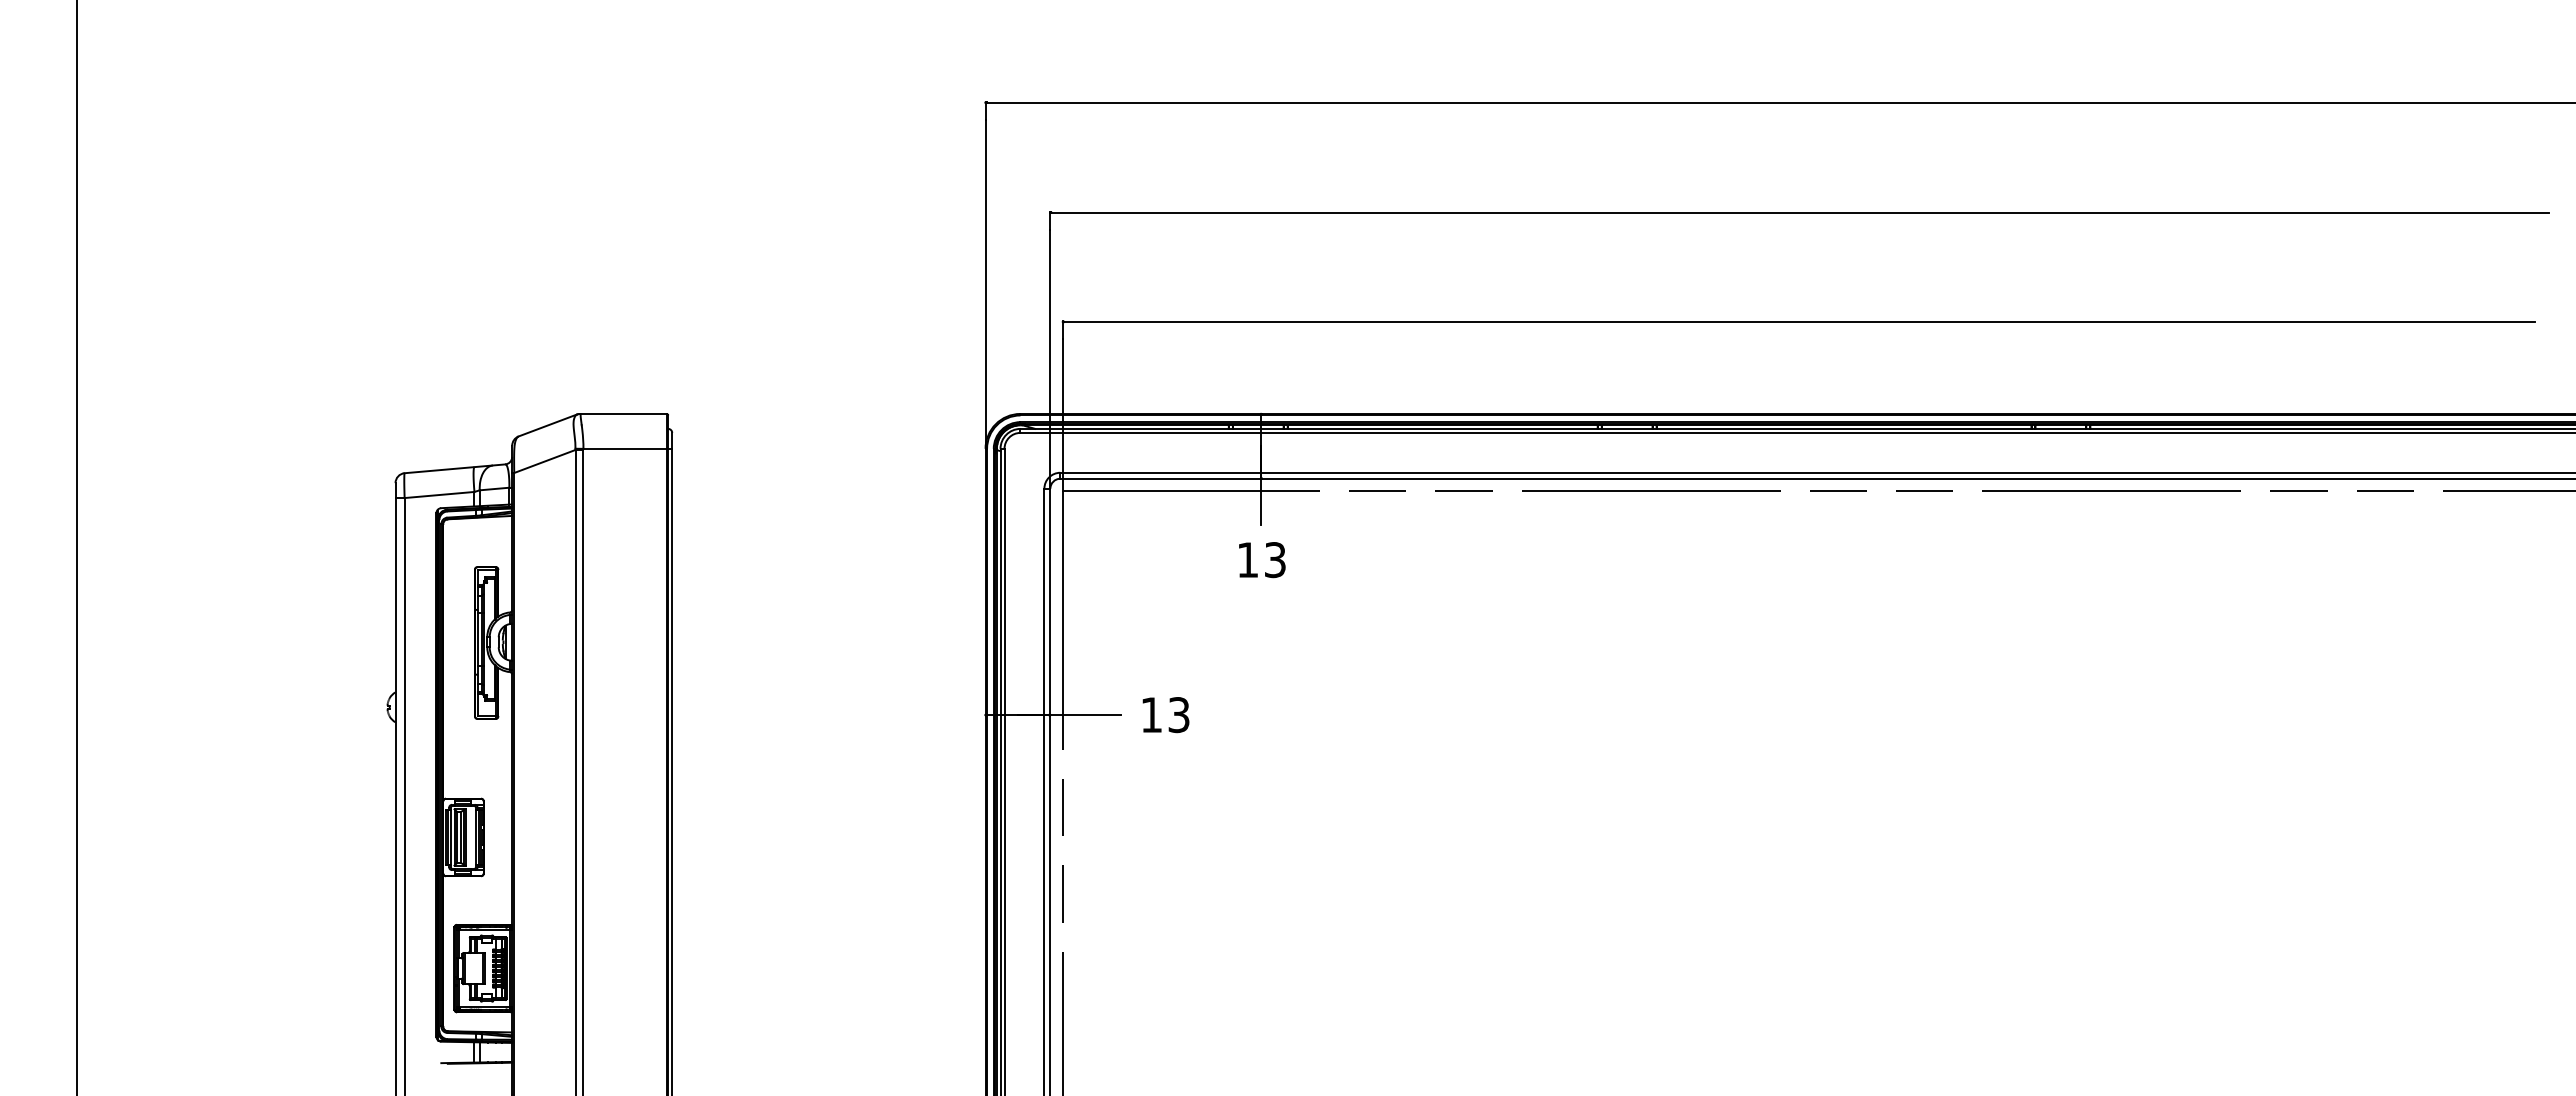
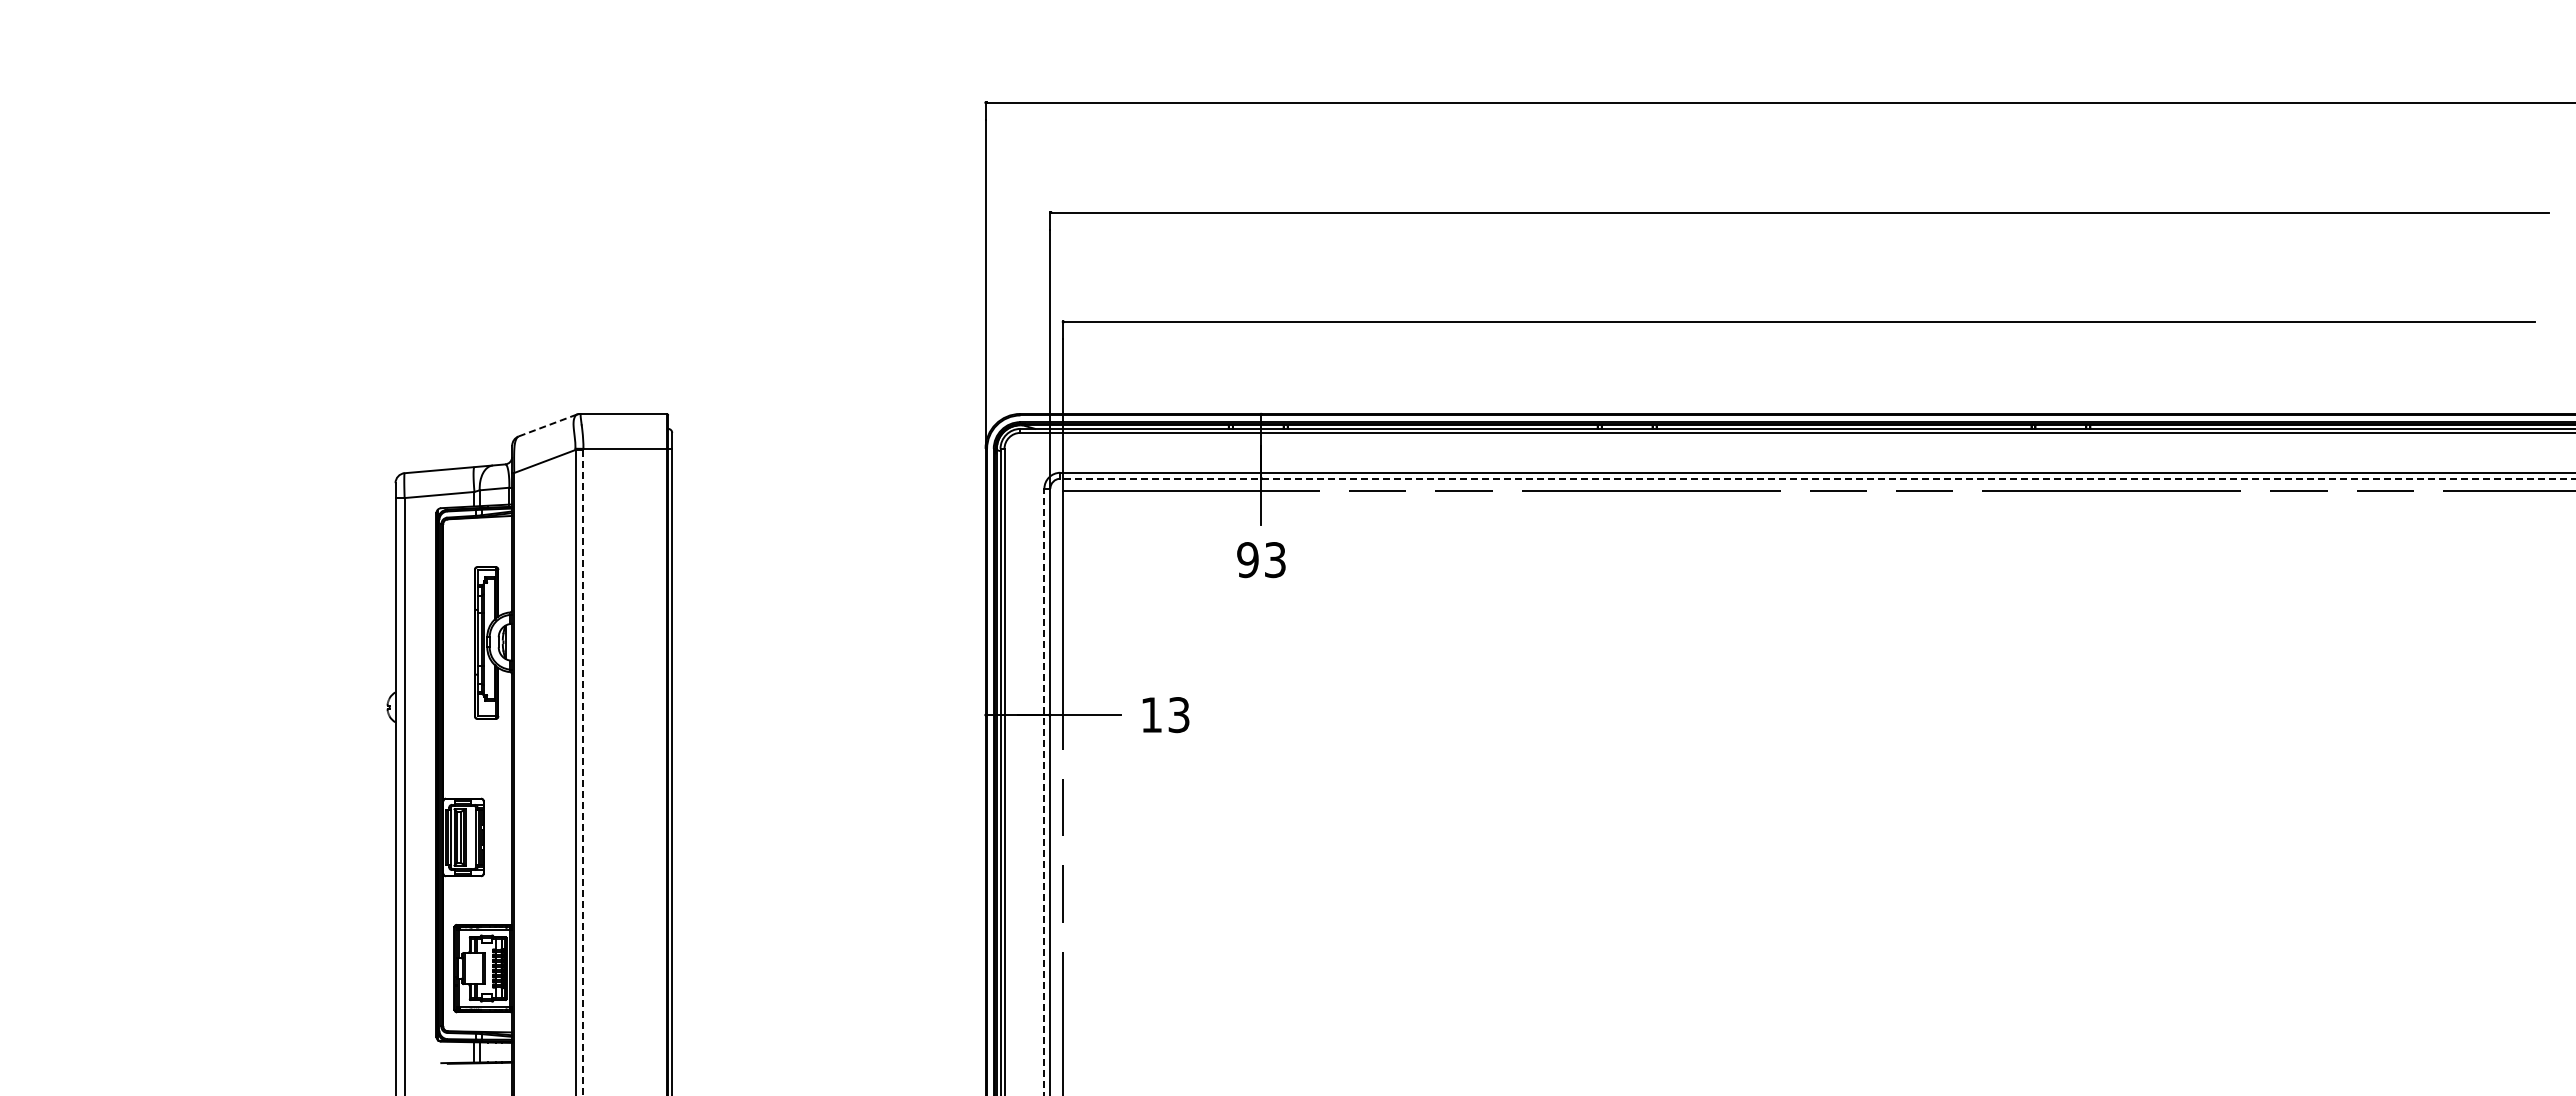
line at (547, 425): solid -> dashed
line at (1817, 478): solid -> dashed
line at (77, 547): present -> none
text at (1247, 560): 13 -> 93
line at (583, 772): solid -> dashed
line at (1044, 791): solid -> dashed
